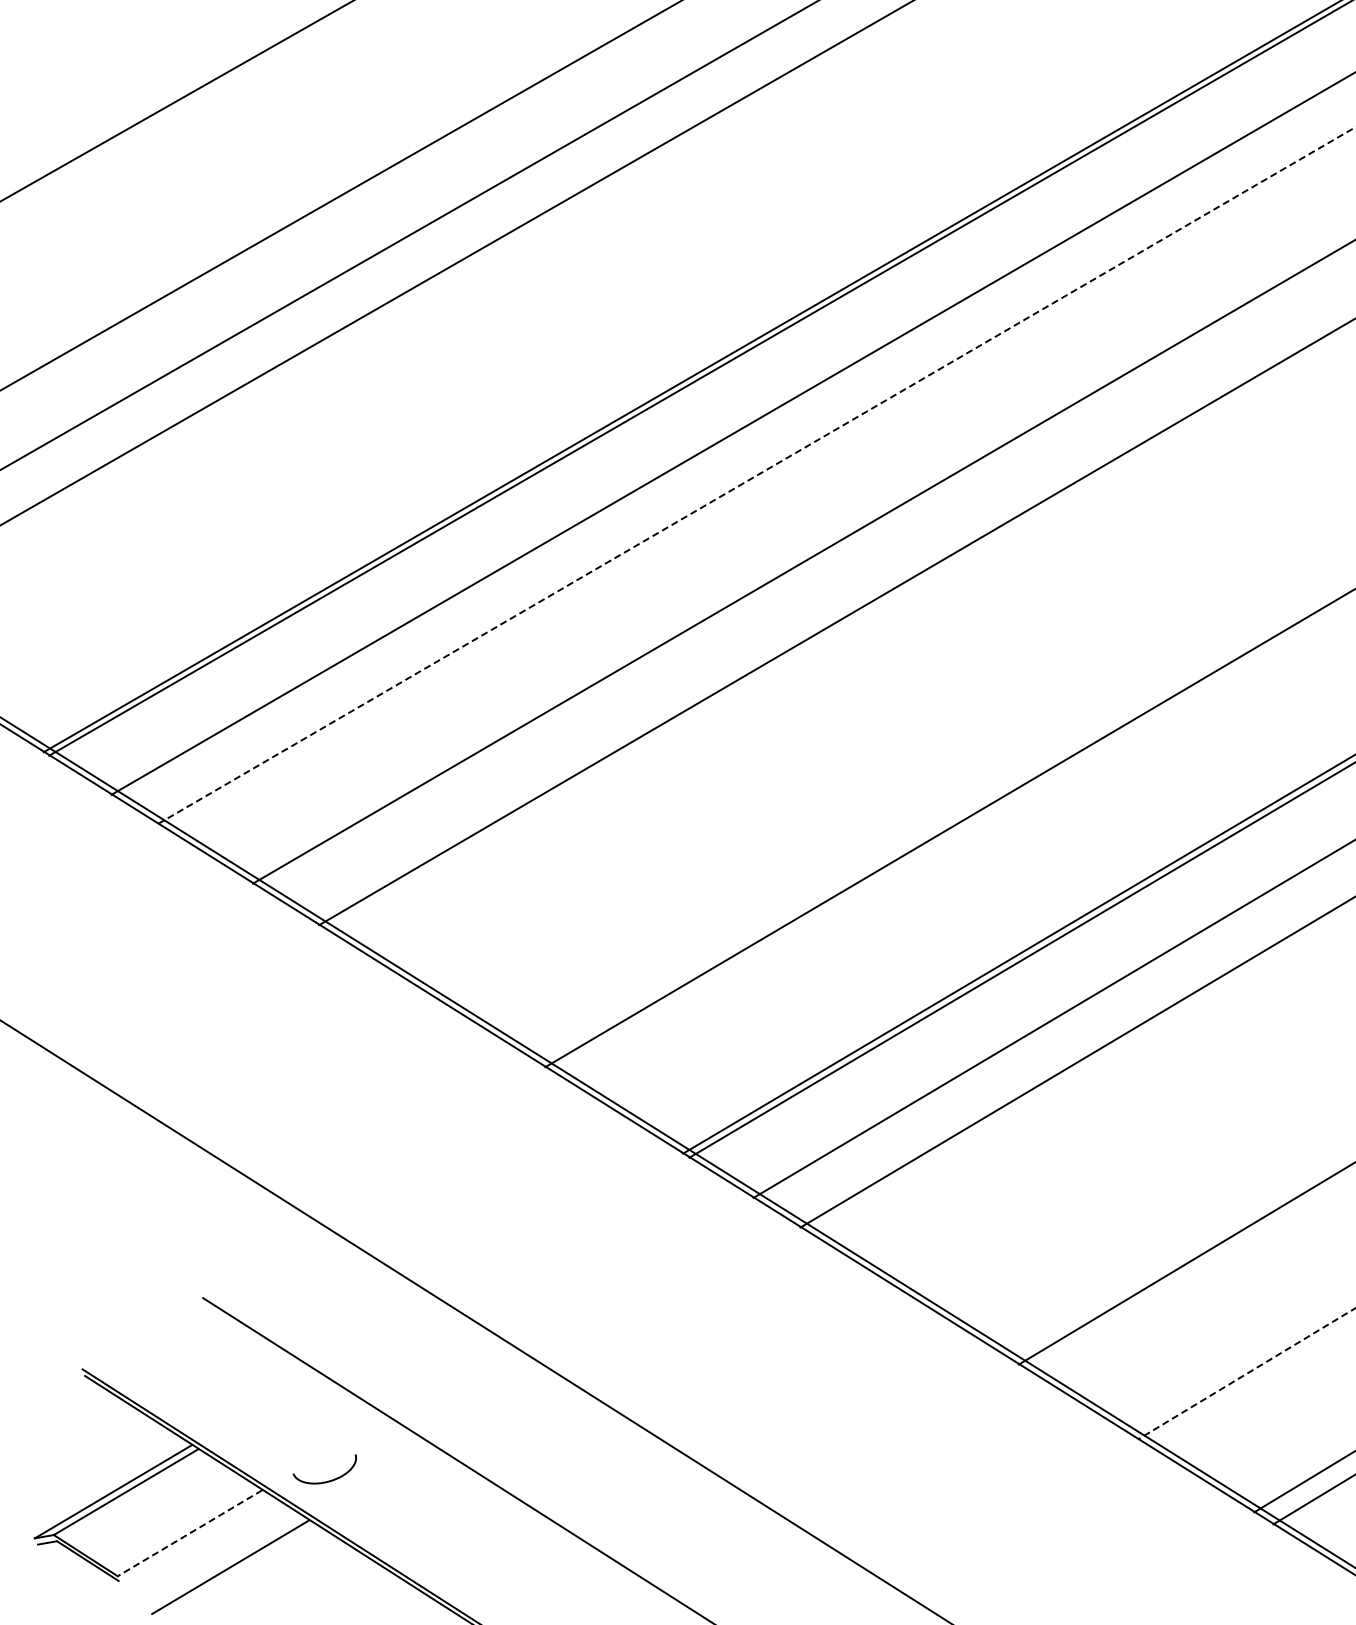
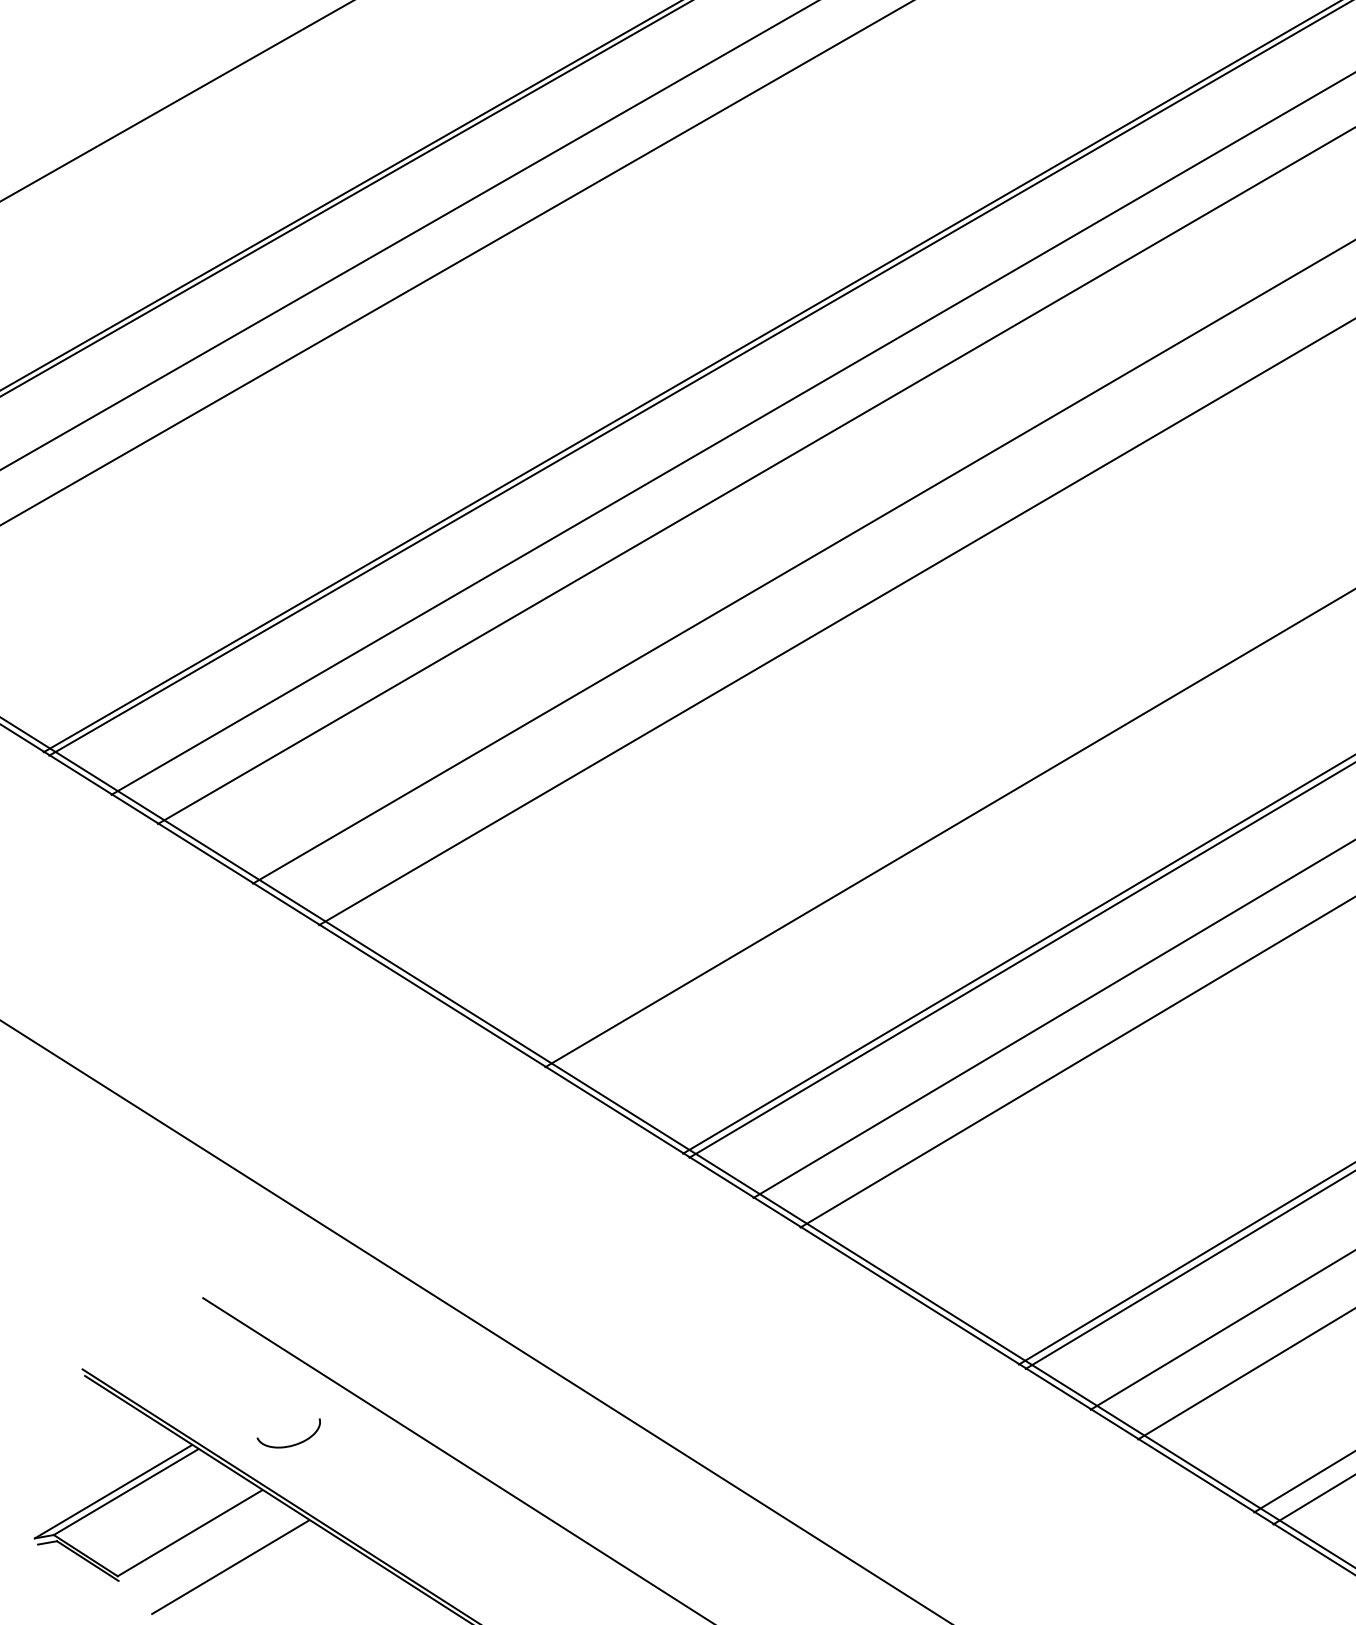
line at (345, 198): none -> present
line at (756, 476): dashed -> solid
line at (1188, 1270): none -> present
line at (1221, 1330): none -> present
line at (1246, 1373): dashed -> solid
curve at (328, 1480) position: (328, 1480) -> (292, 1444)
line at (189, 1533): dashed -> solid
